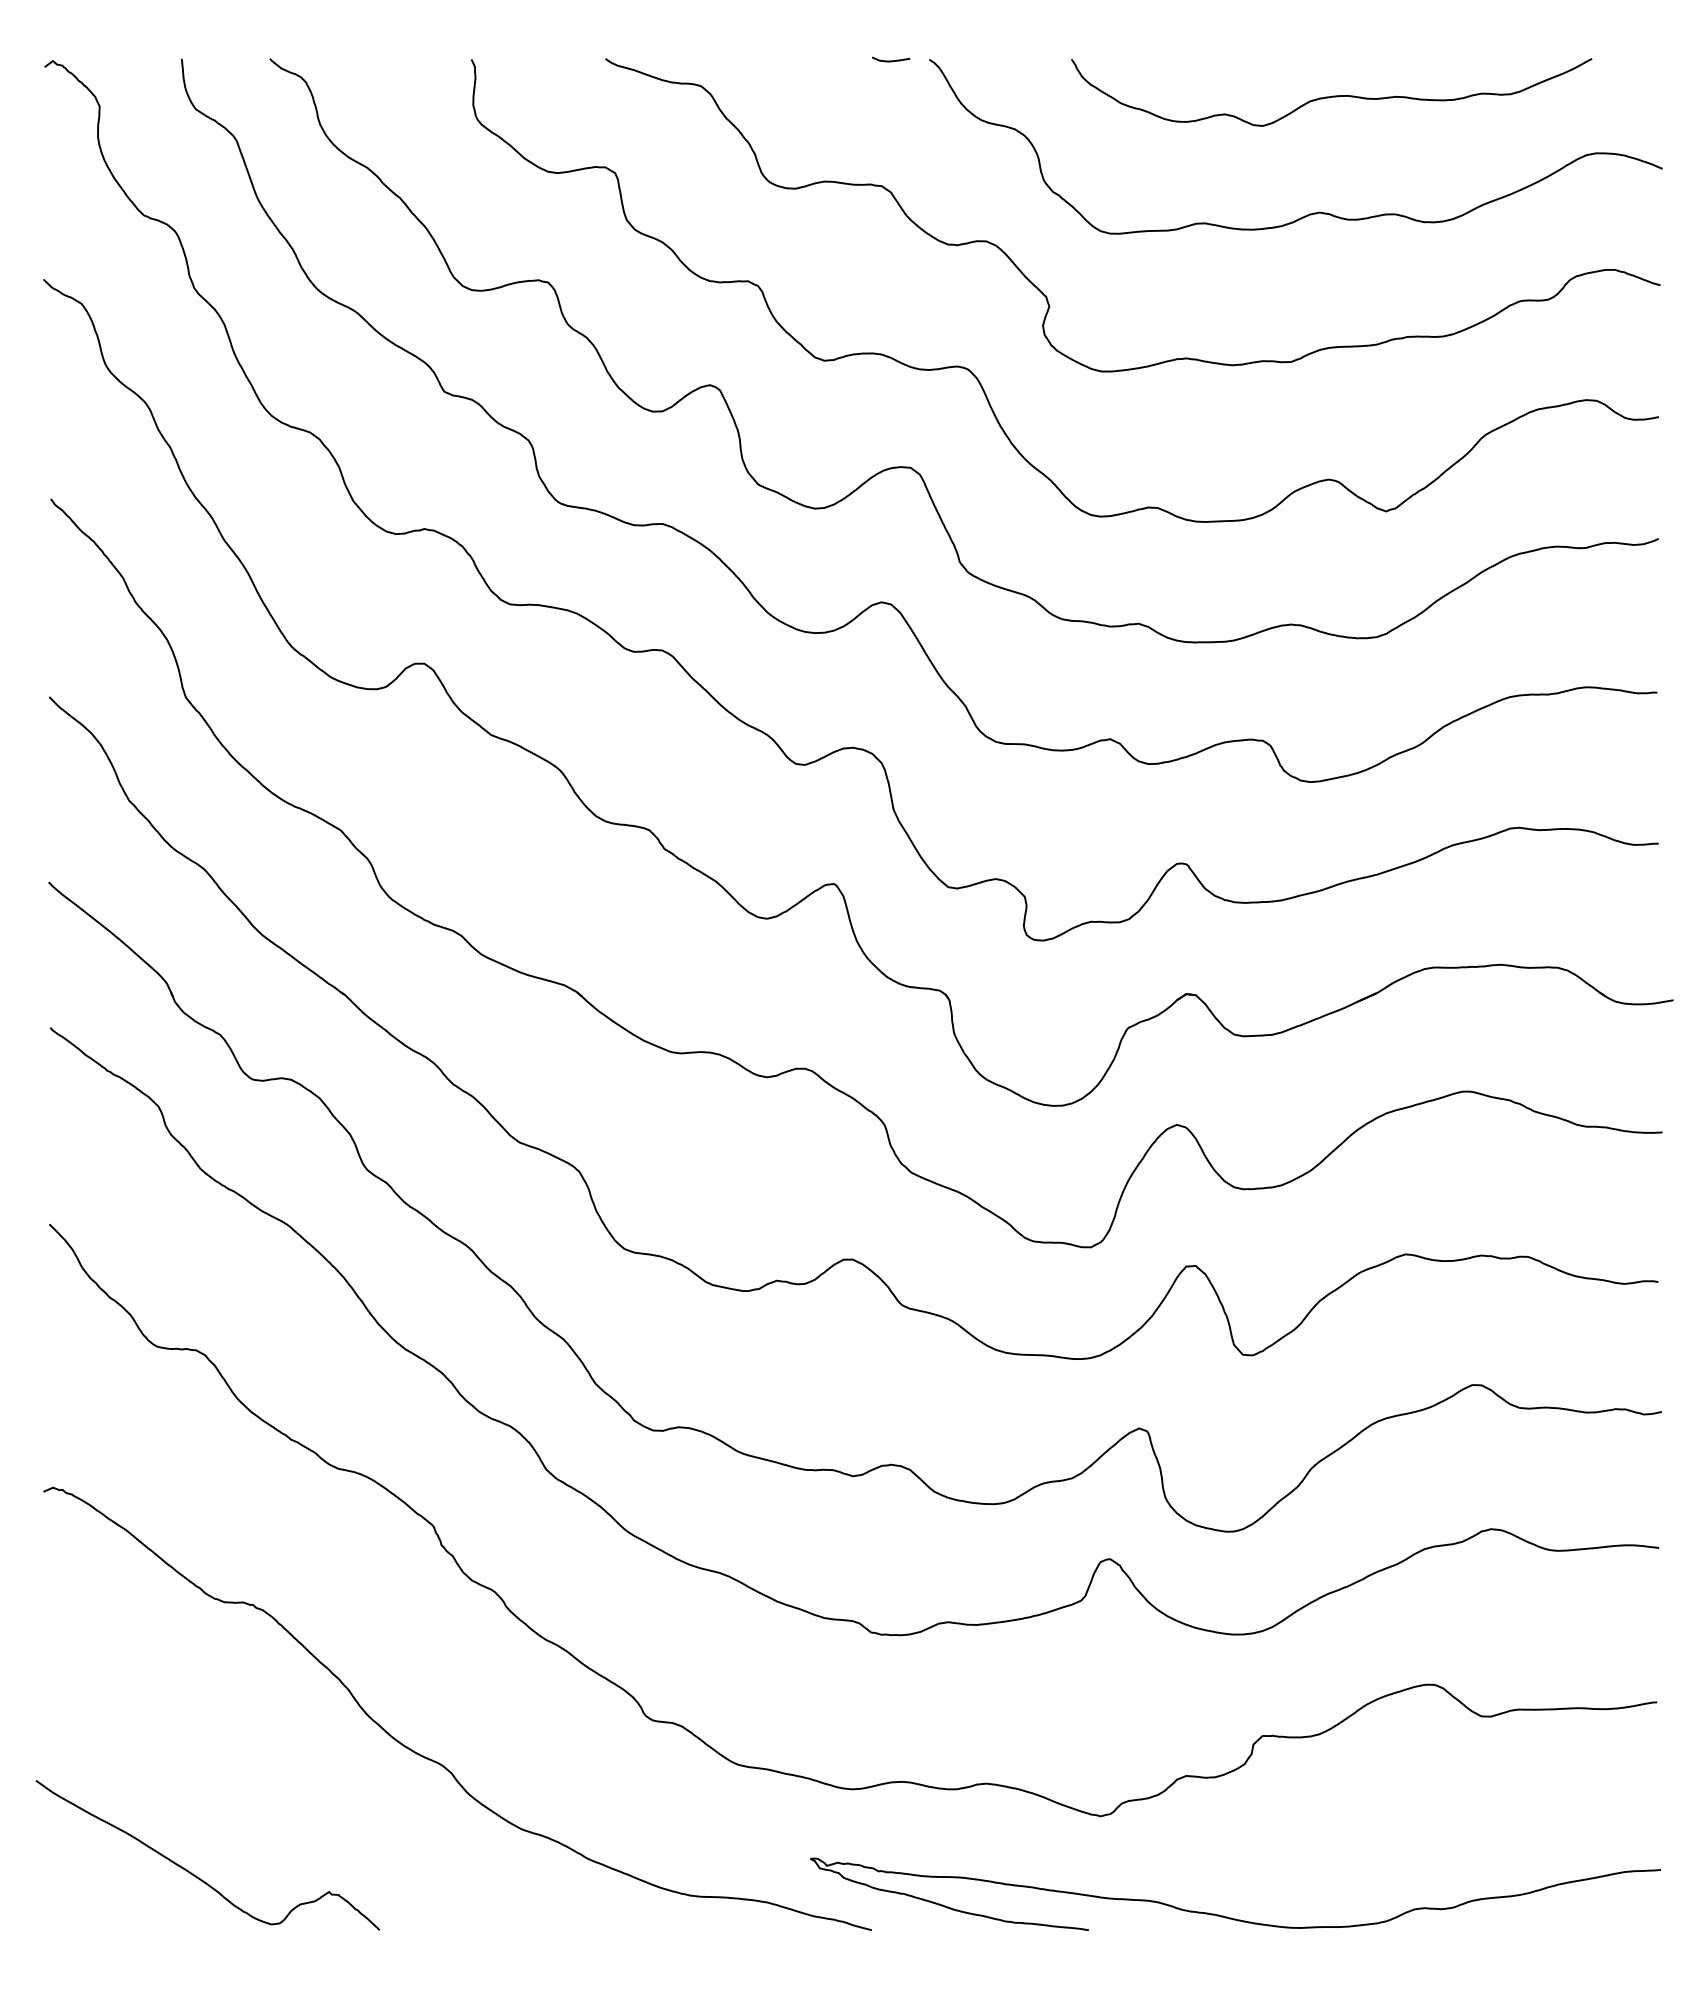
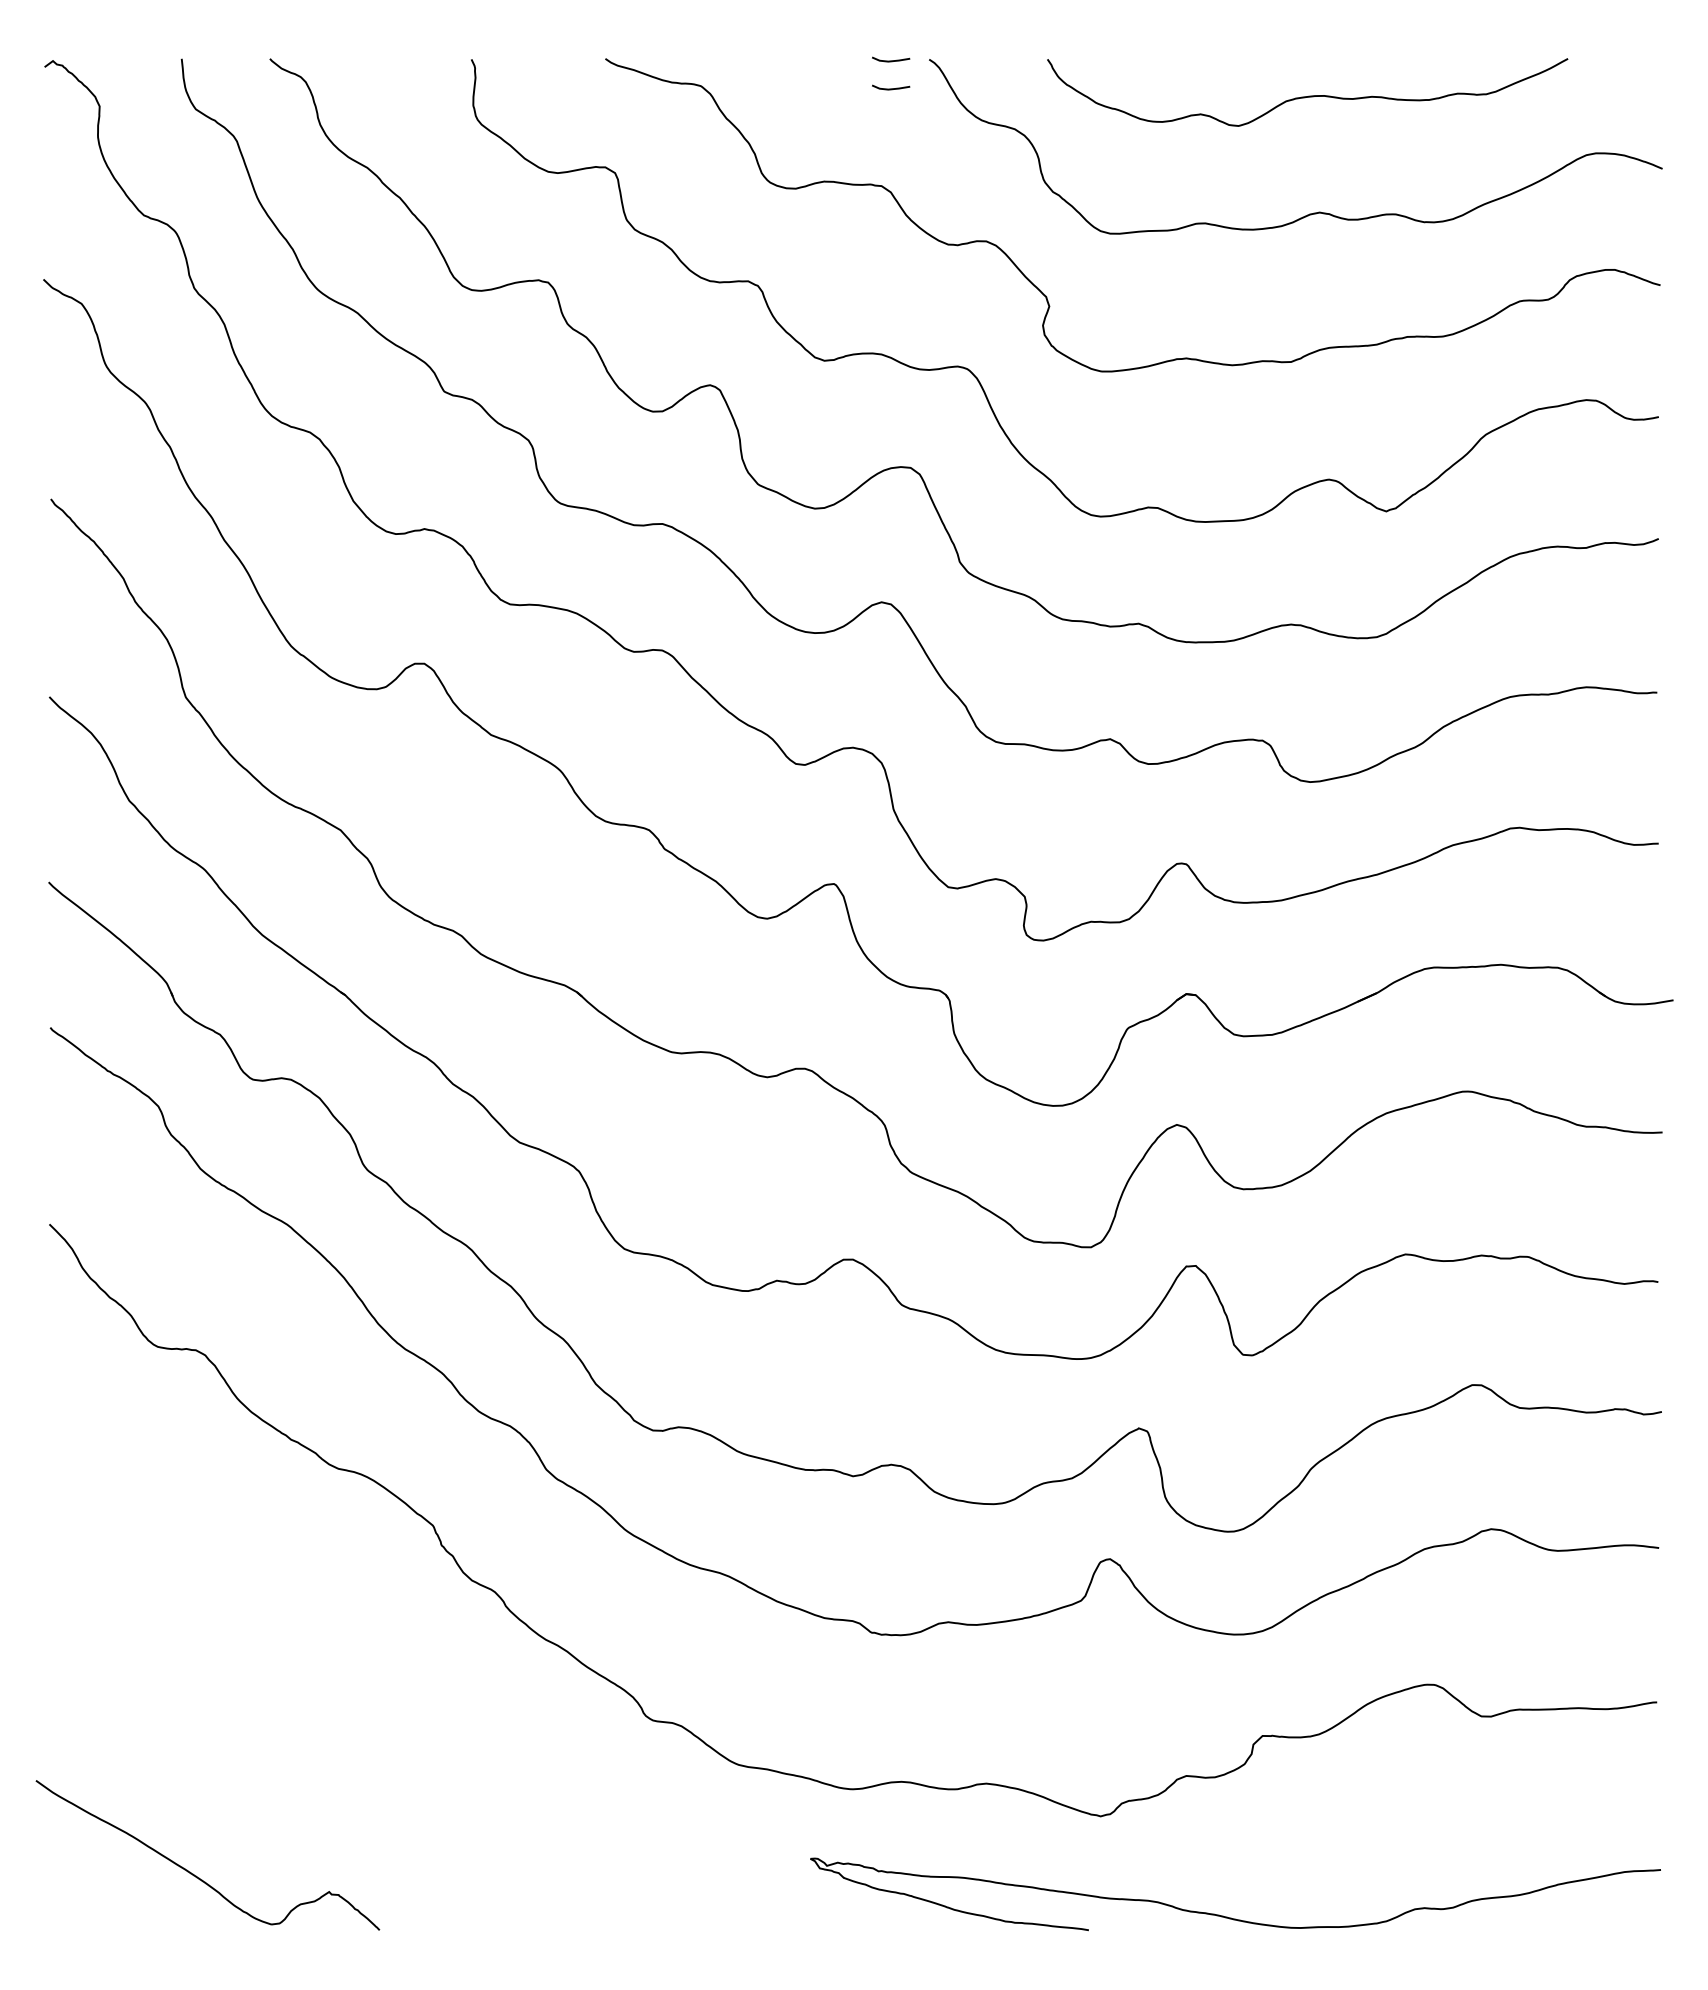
line at (891, 88): none -> present
curve at (1332, 95) position: (1332, 95) -> (1308, 95)
curve at (437, 1761): present -> none
